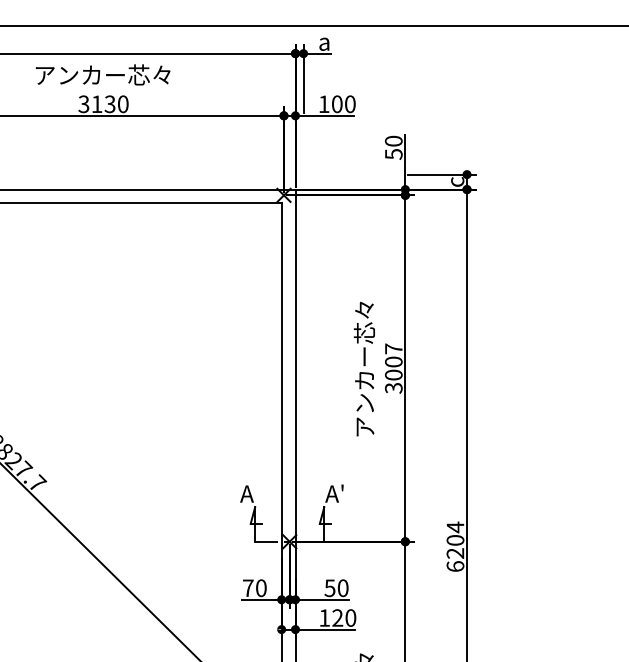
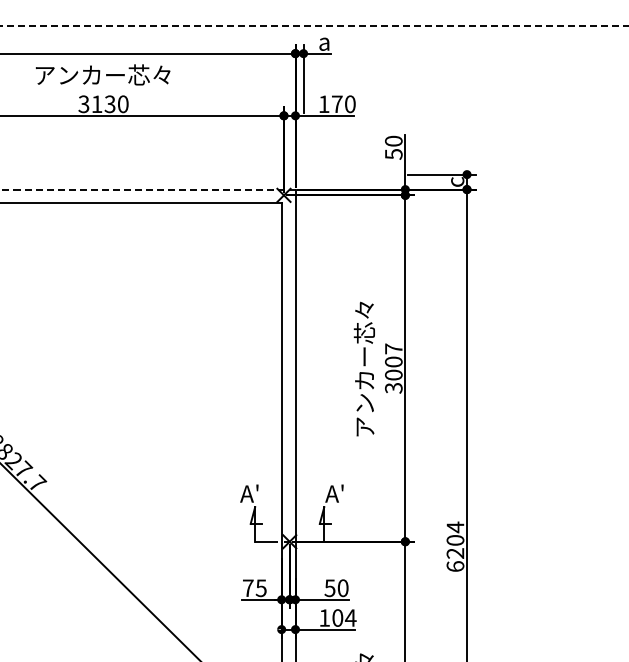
line at (314, 26): solid -> dashed
text at (337, 104): 100 -> 170
line at (147, 189): solid -> dashed
text at (257, 487): A -> A'
text at (260, 587): 70 -> 75
text at (344, 617): 120 -> 104
